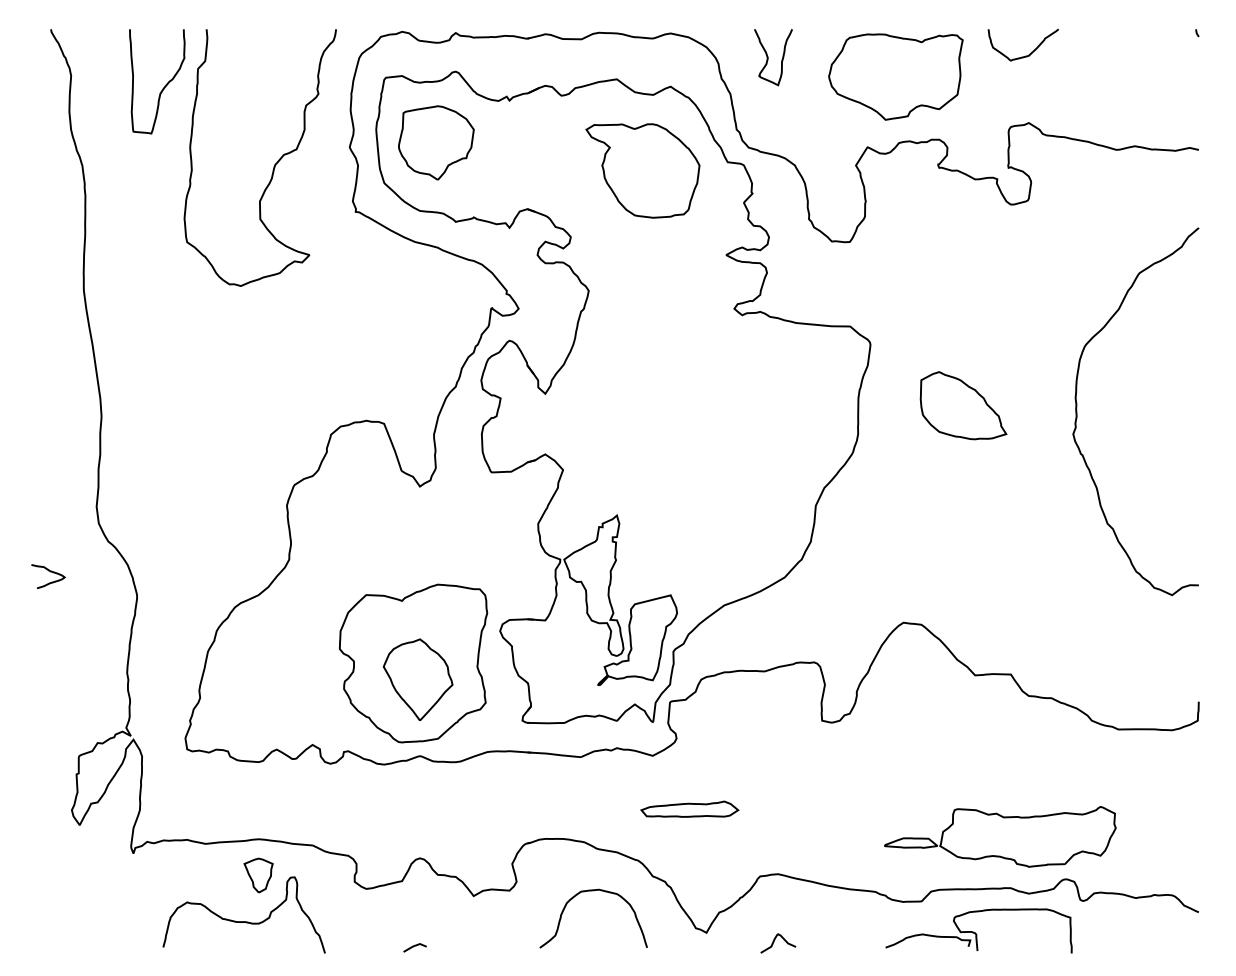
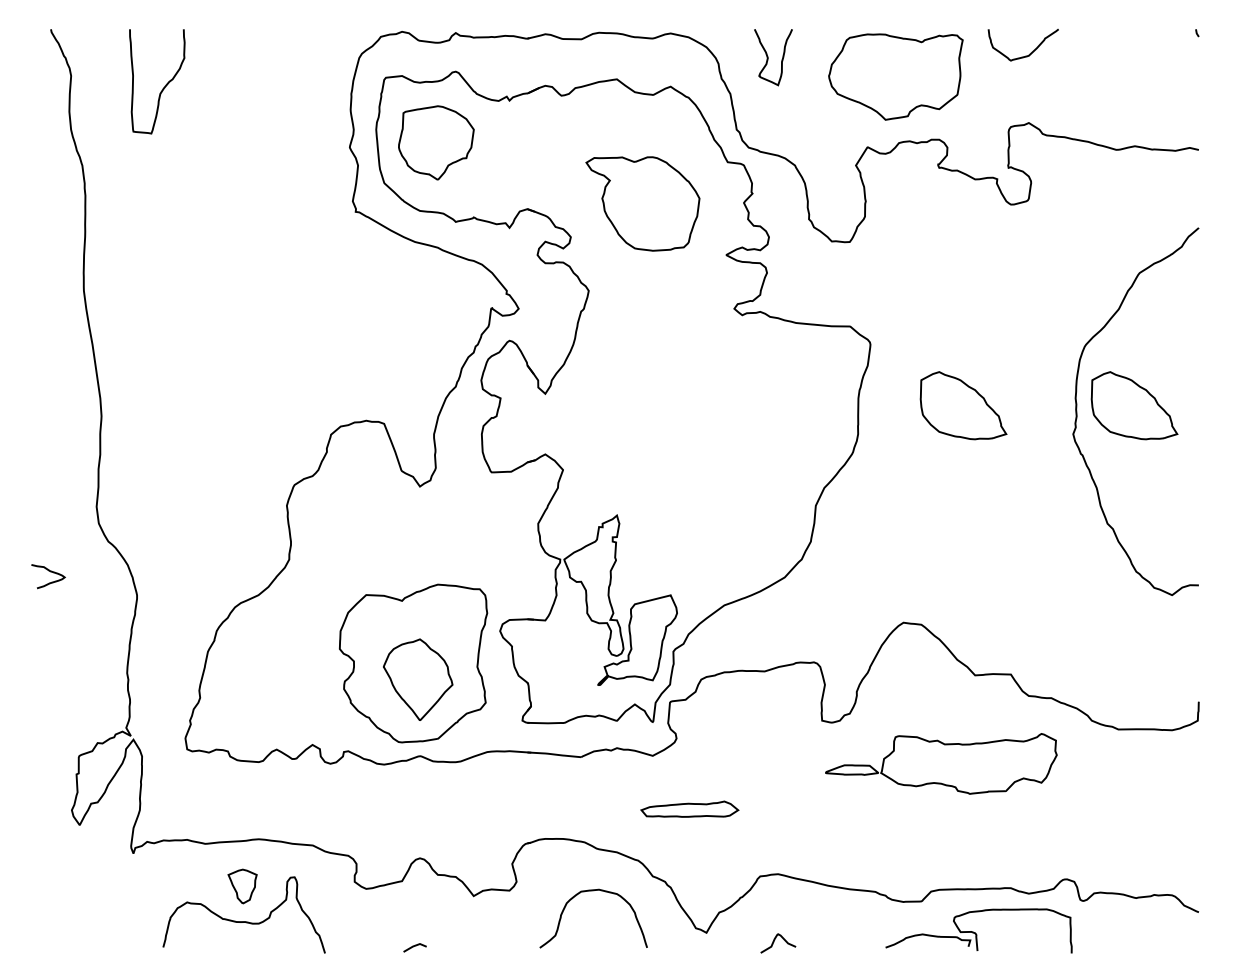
curve at (274, 164): present -> none
part at (642, 170) position: (642, 170) -> (642, 203)
part at (1134, 405): none -> present
part at (1000, 836) position: (1000, 836) -> (941, 763)
part at (258, 875) position: (258, 875) -> (242, 886)
